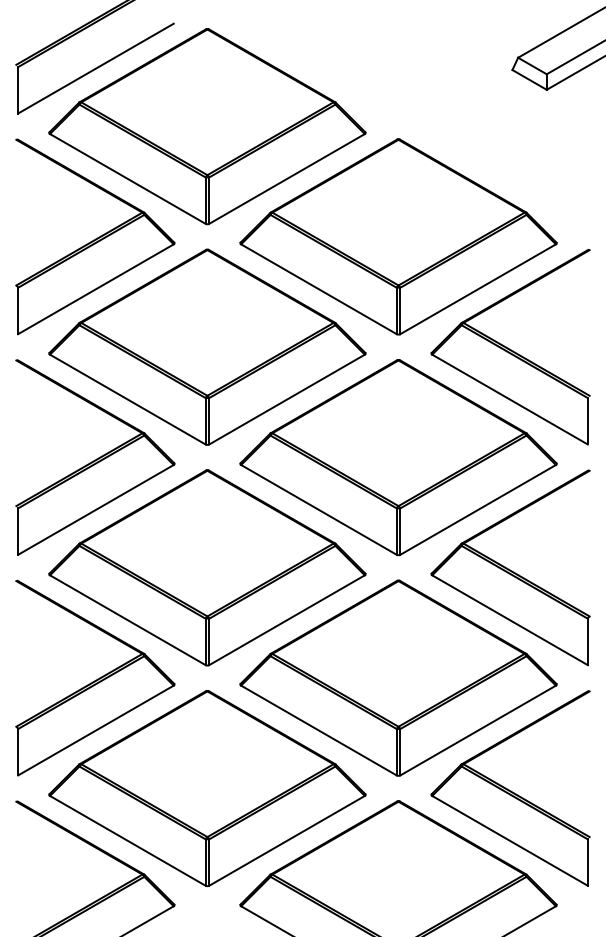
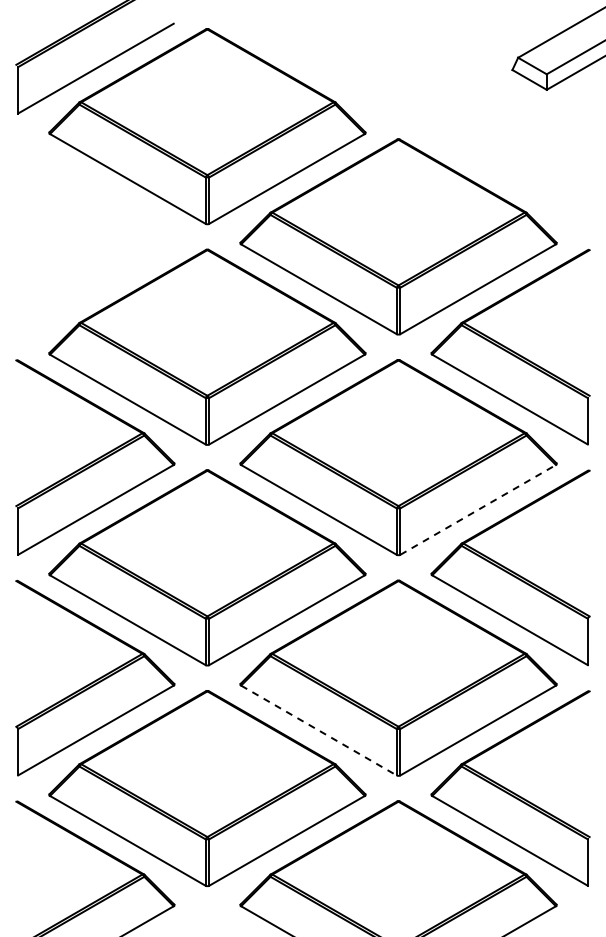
part at (95, 236): present -> none
line at (478, 509): solid -> dashed
line at (318, 730): solid -> dashed
